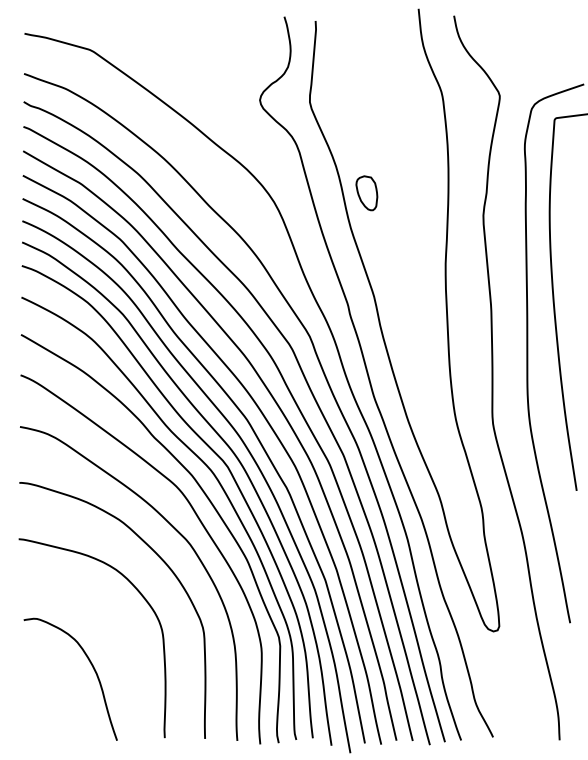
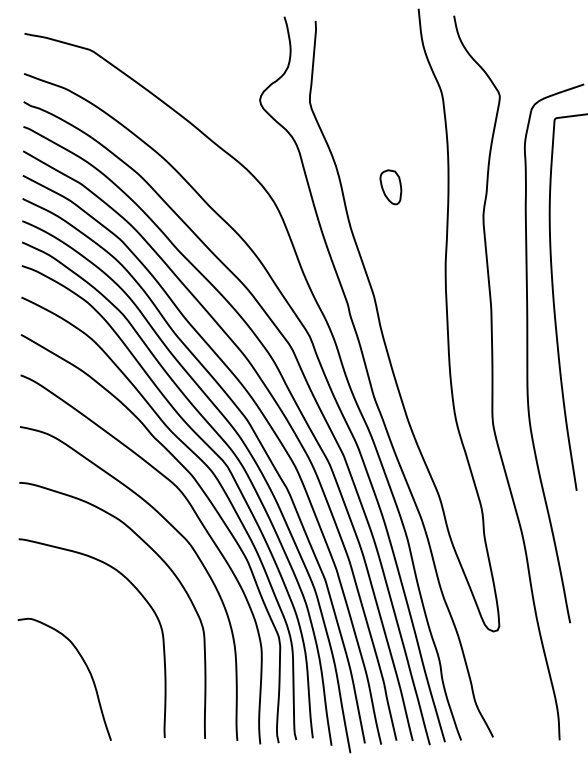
part at (366, 193) position: (366, 193) -> (390, 187)
curve at (90, 664) position: (90, 664) -> (84, 664)
